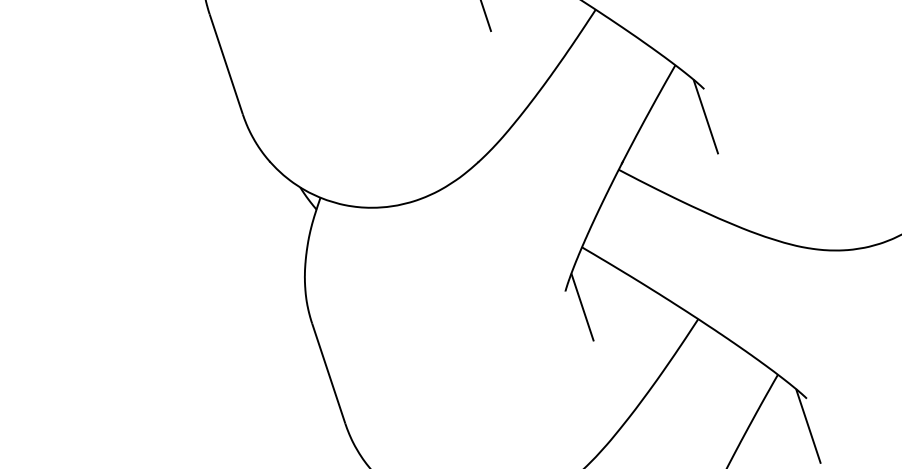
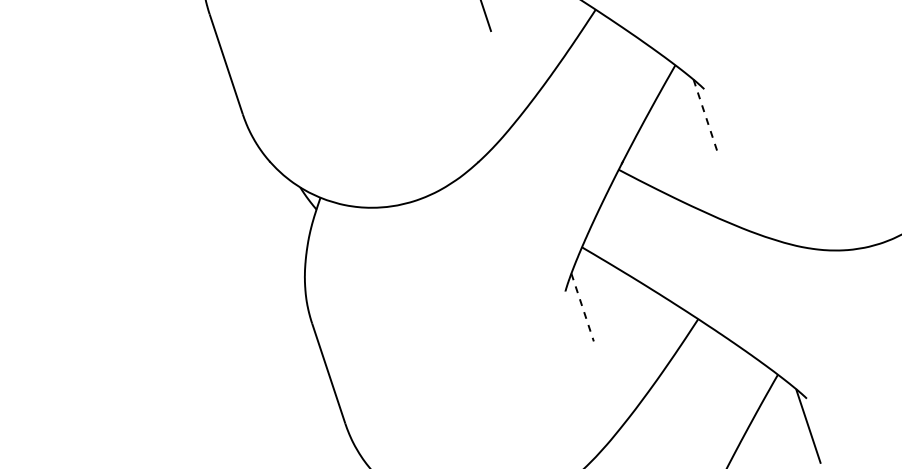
line at (706, 117): solid -> dashed
line at (582, 307): solid -> dashed
